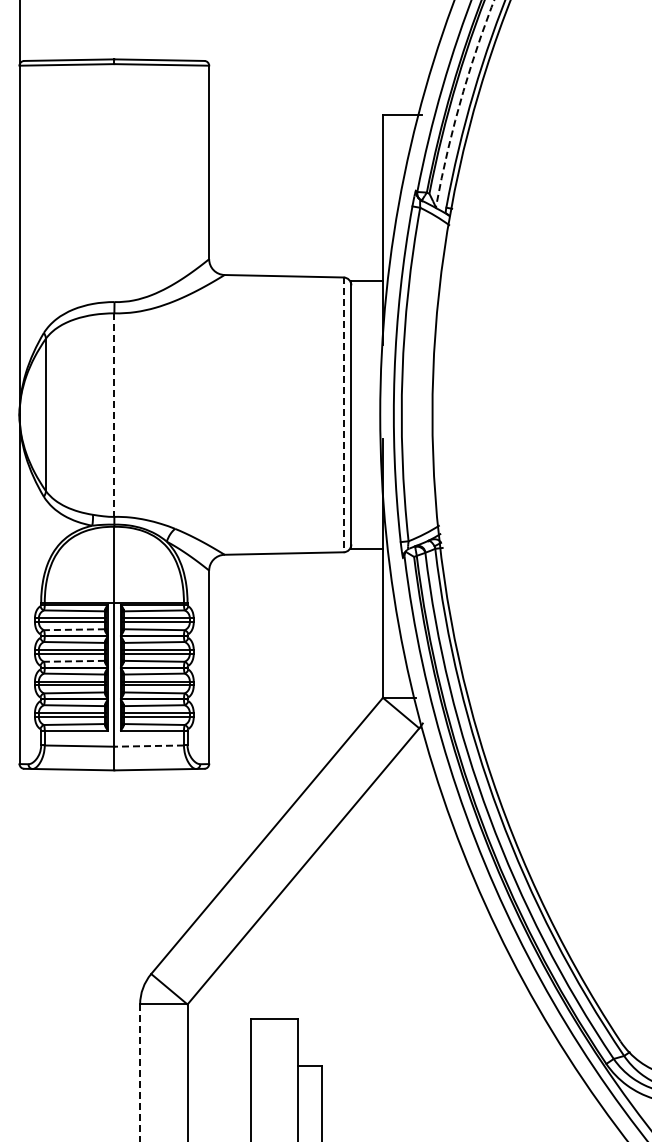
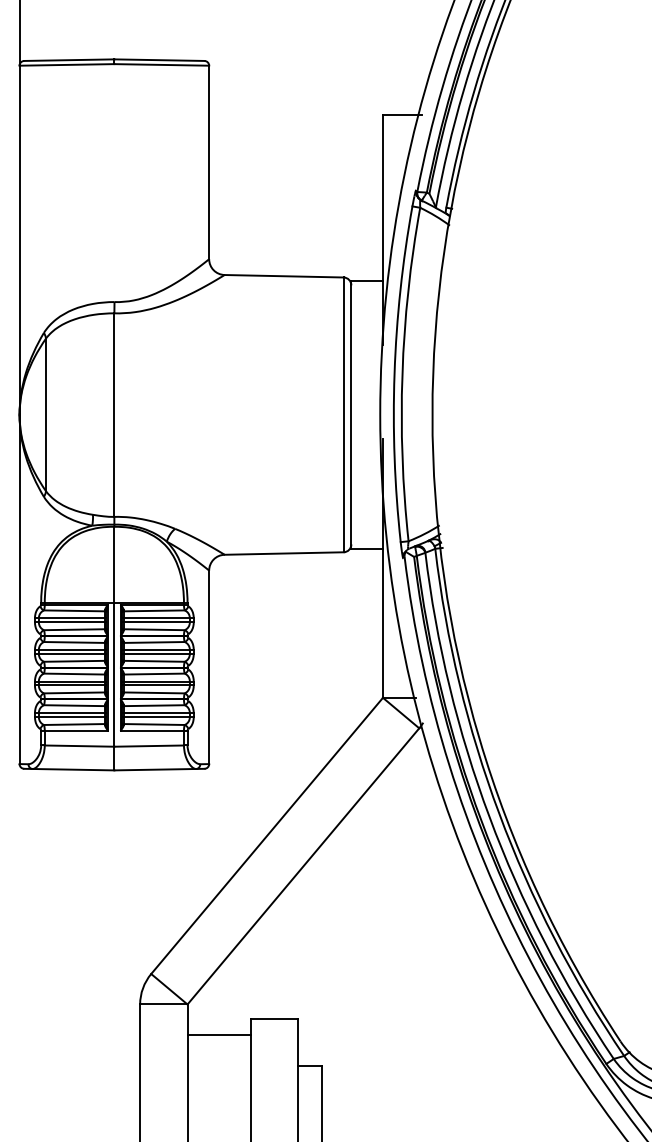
arc at (460, 102): dashed -> solid
line at (114, 415): dashed -> solid
line at (343, 415): dashed -> solid
line at (73, 629): dashed -> solid
line at (73, 661): dashed -> solid
line at (149, 746): dashed -> solid
line at (218, 1034): none -> present
line at (140, 1072): dashed -> solid
